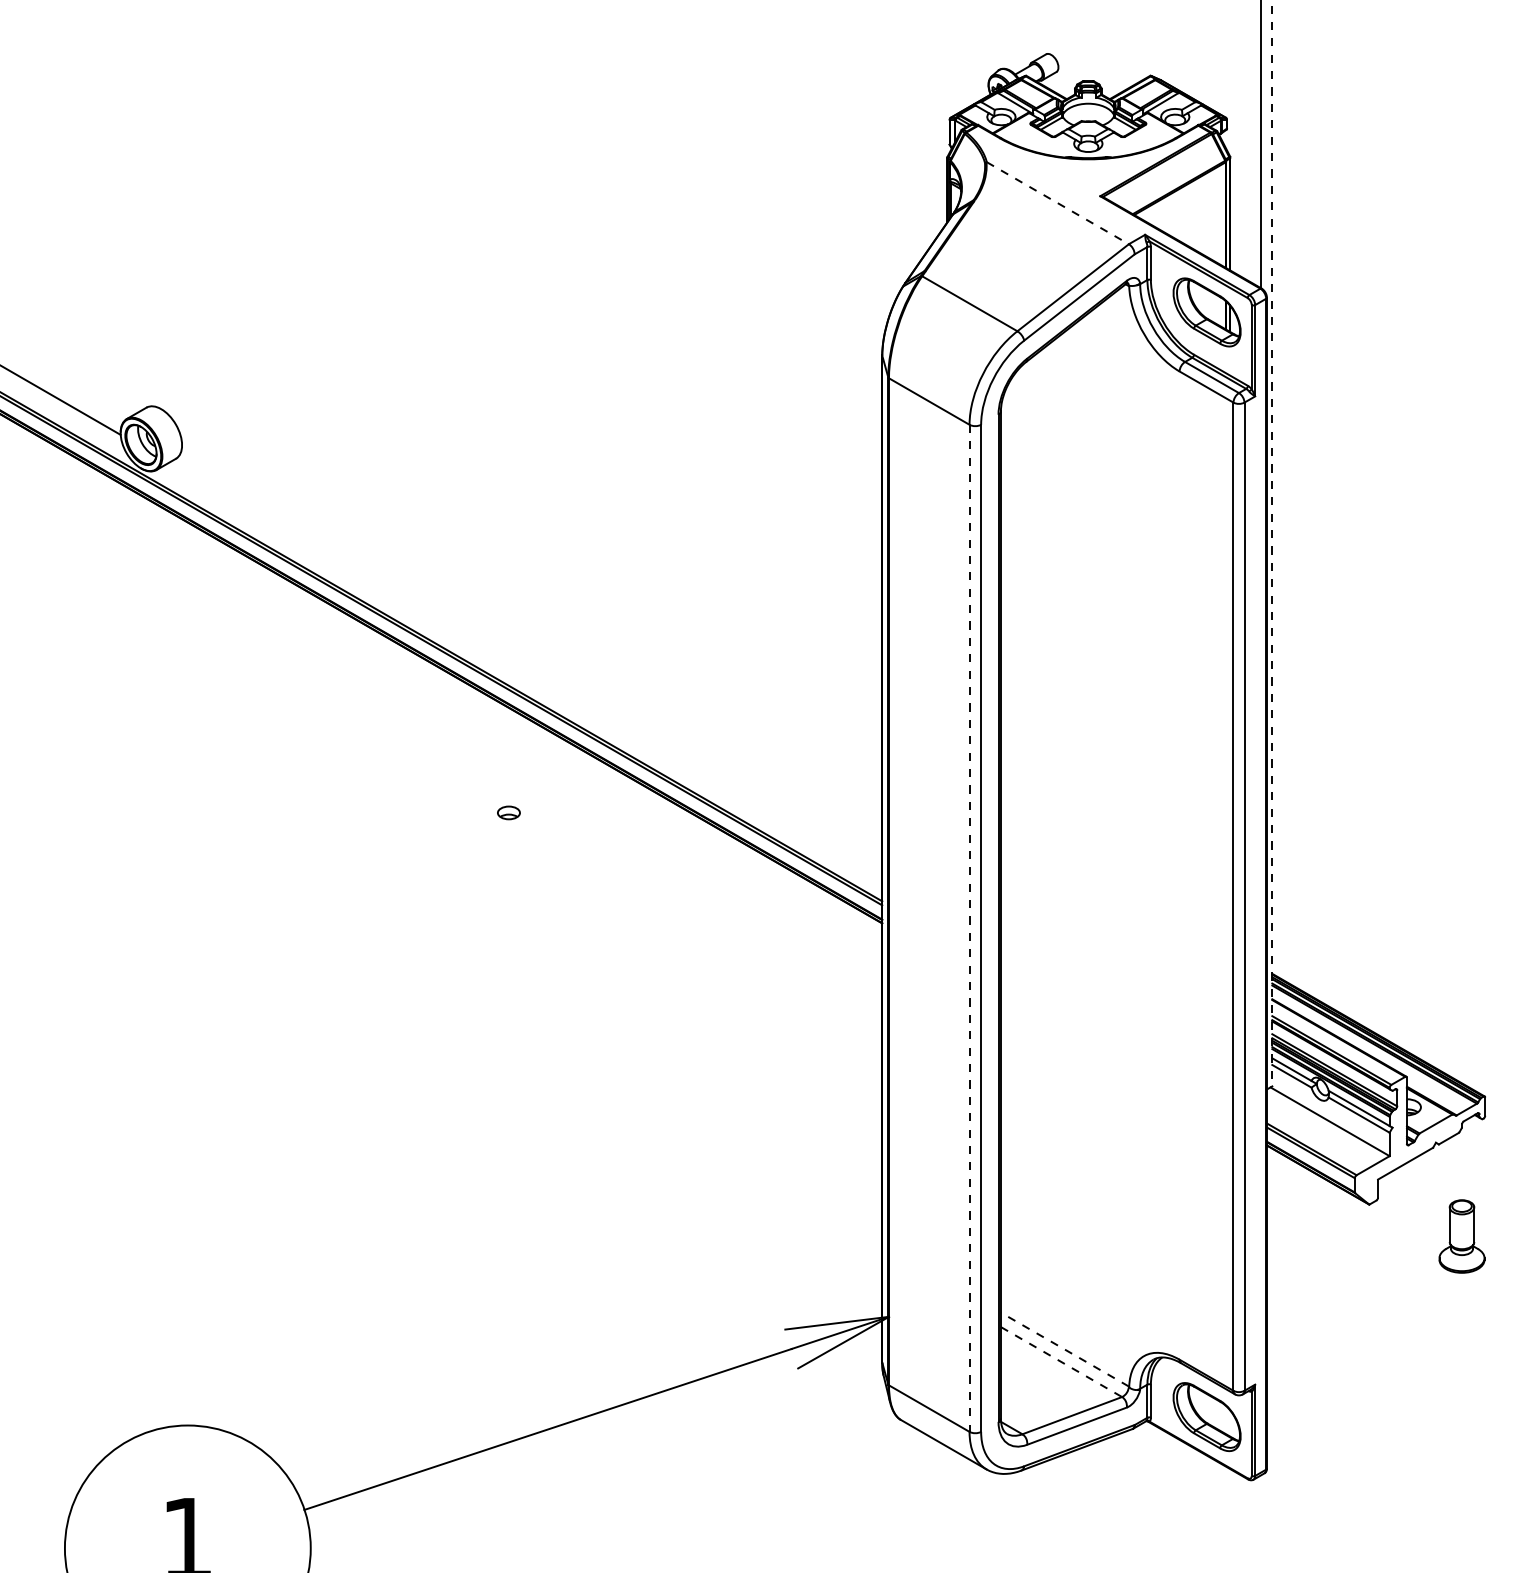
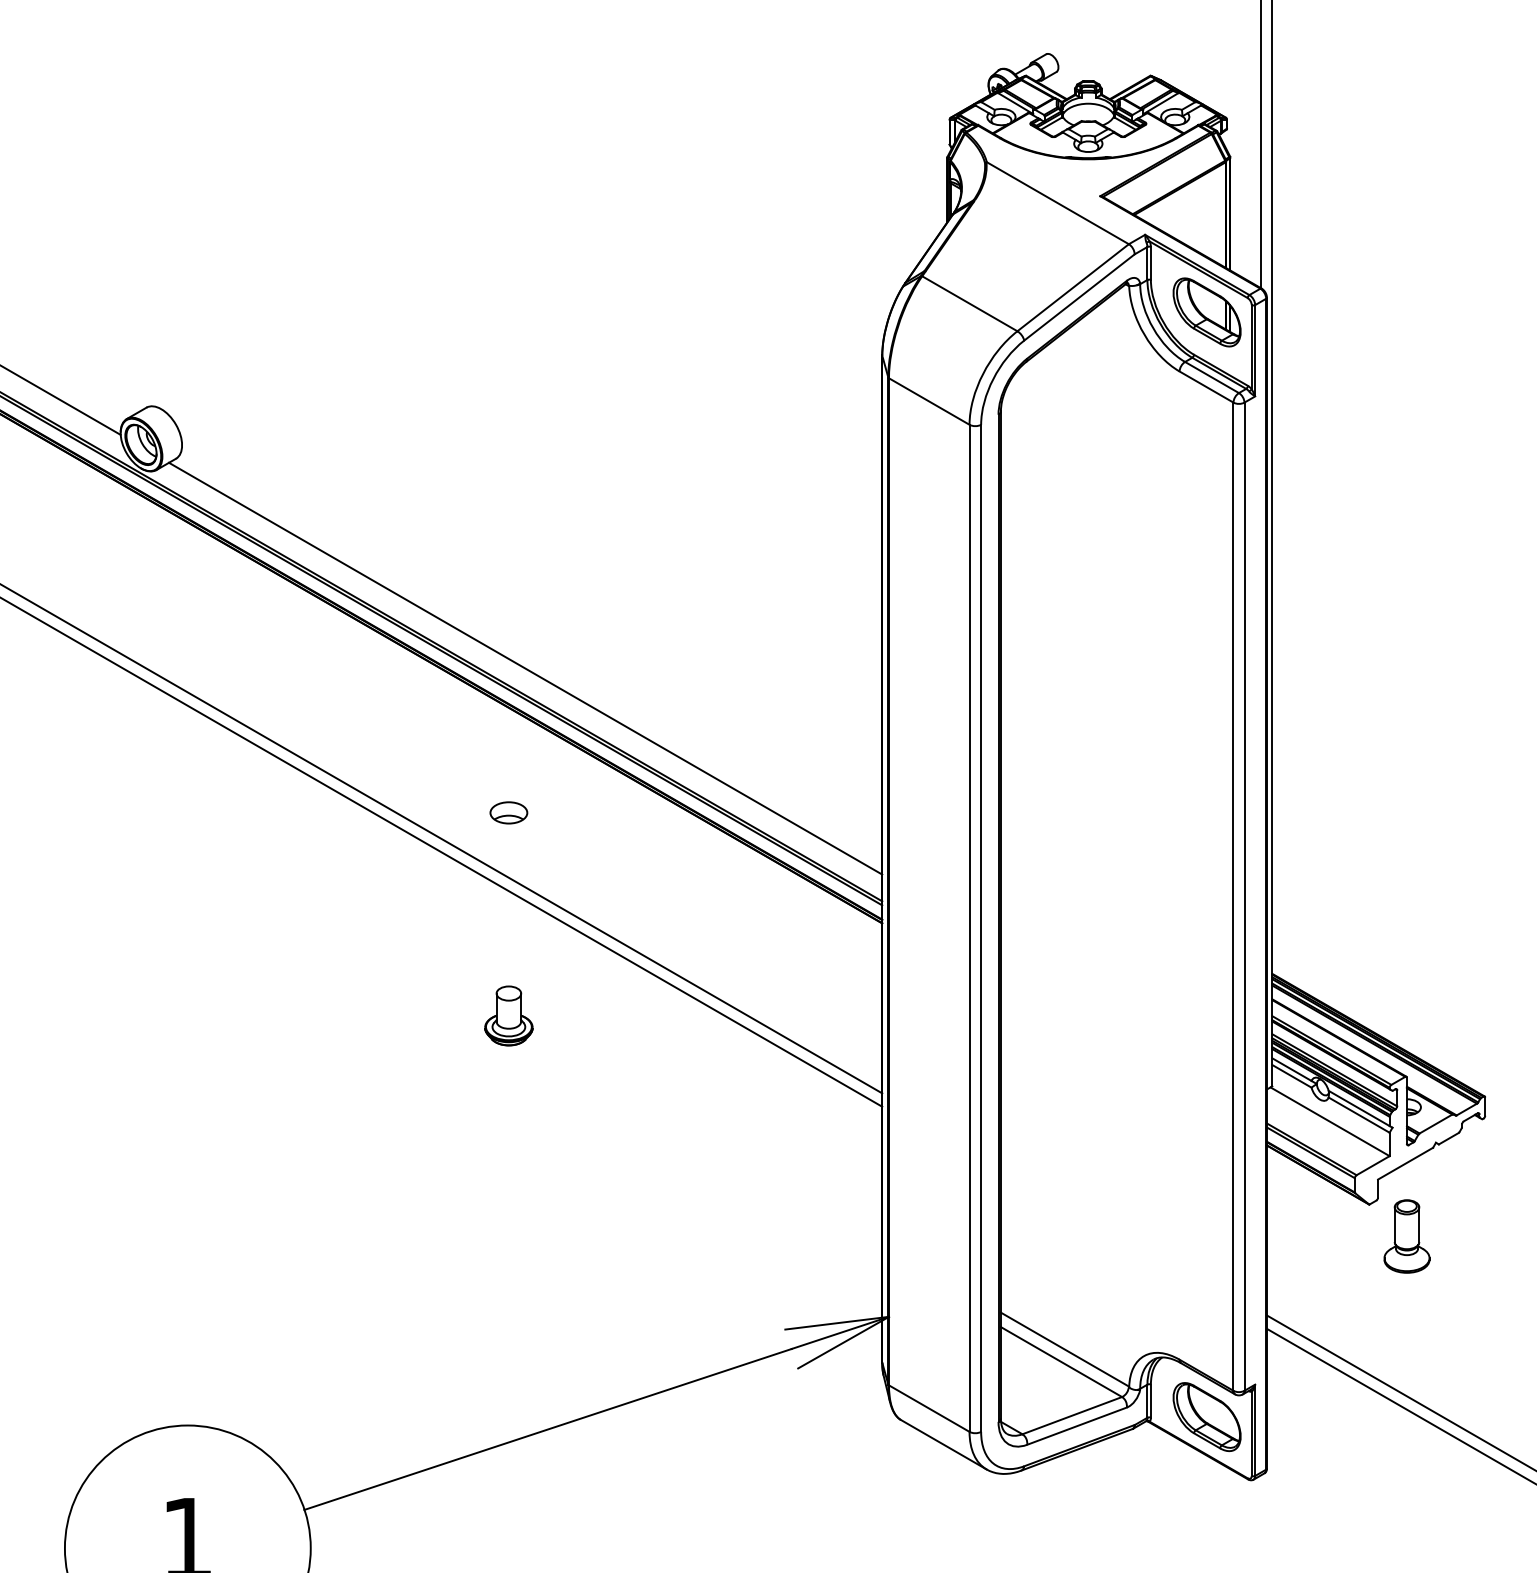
line at (1058, 203): dashed -> solid
line at (1272, 543): dashed -> solid
line at (525, 668): none -> present
part at (508, 812) size: 24x16 px -> 40x24 px
line at (442, 839): none -> present
line at (442, 852): none -> present
line at (969, 928): dashed -> solid
part at (508, 1015): none -> present
part at (1461, 1236) position: (1461, 1236) -> (1406, 1236)
line at (1064, 1349): dashed -> solid
line at (1061, 1362): dashed -> solid
line at (1399, 1392): none -> present
line at (1399, 1405): none -> present
